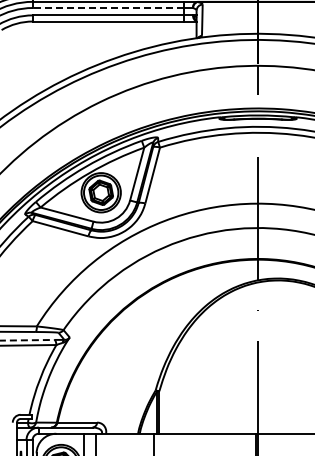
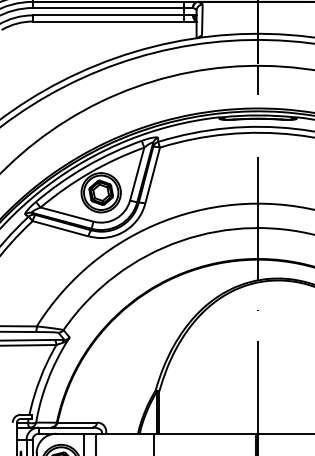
line at (108, 8): dashed -> solid
line at (27, 340): dashed -> solid
